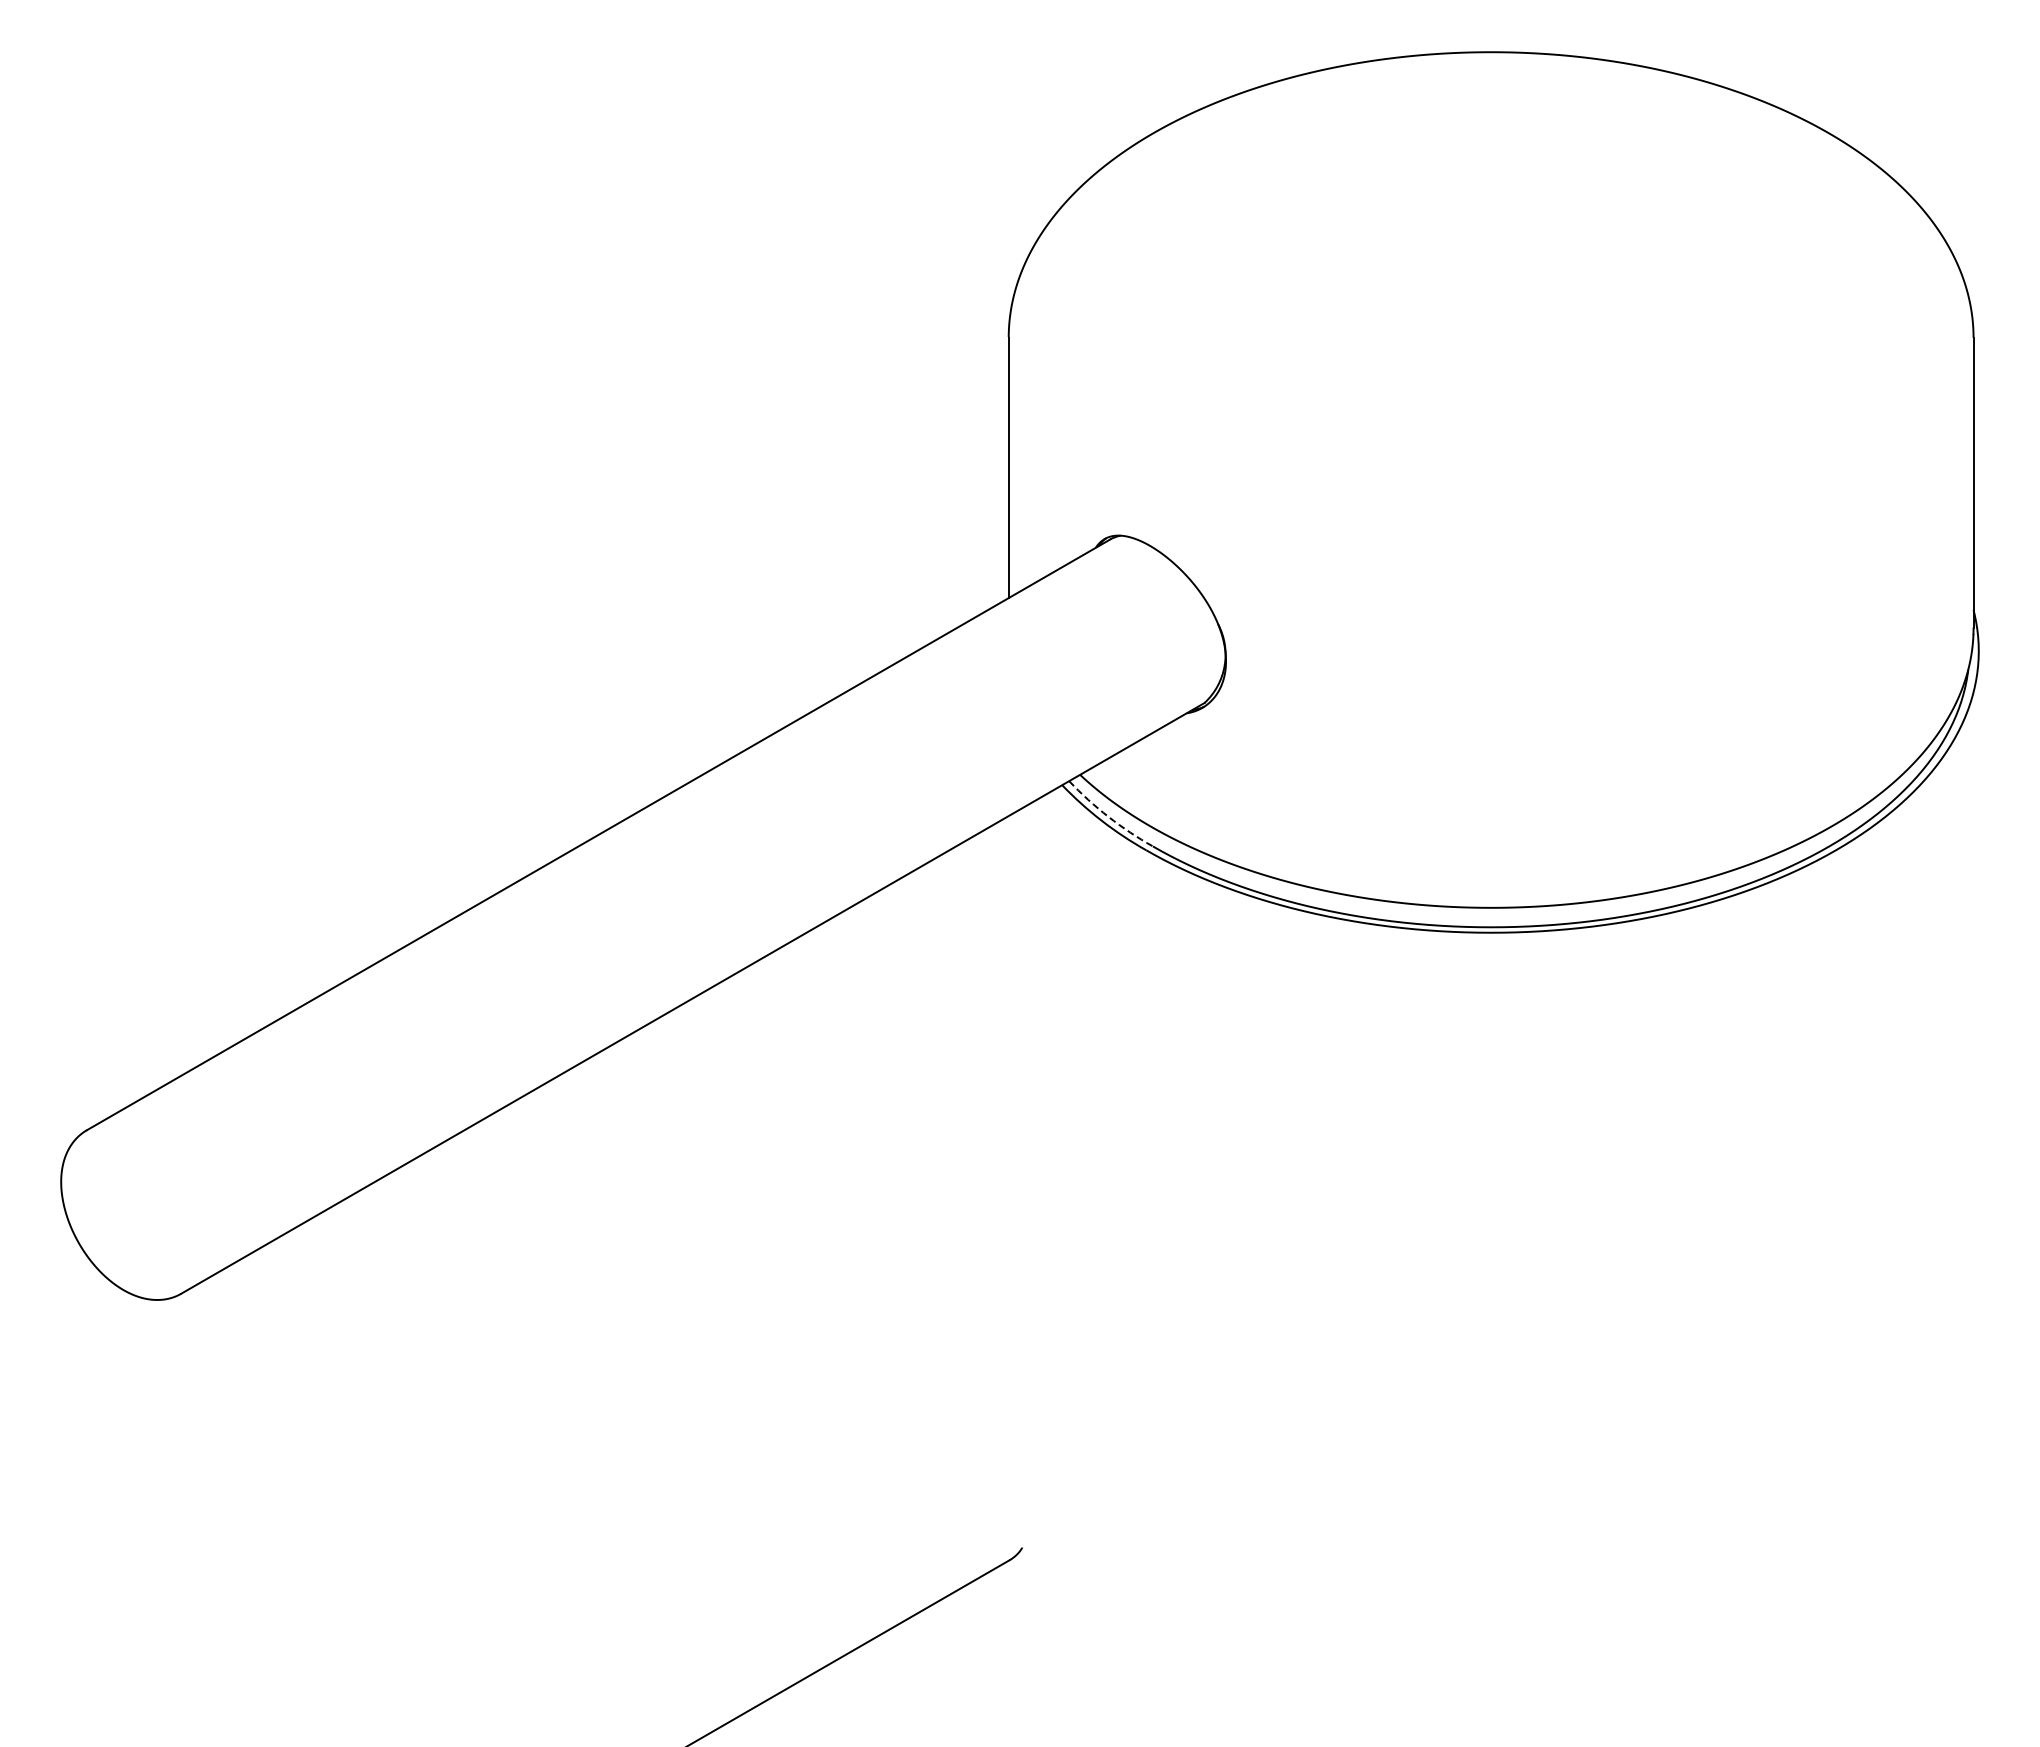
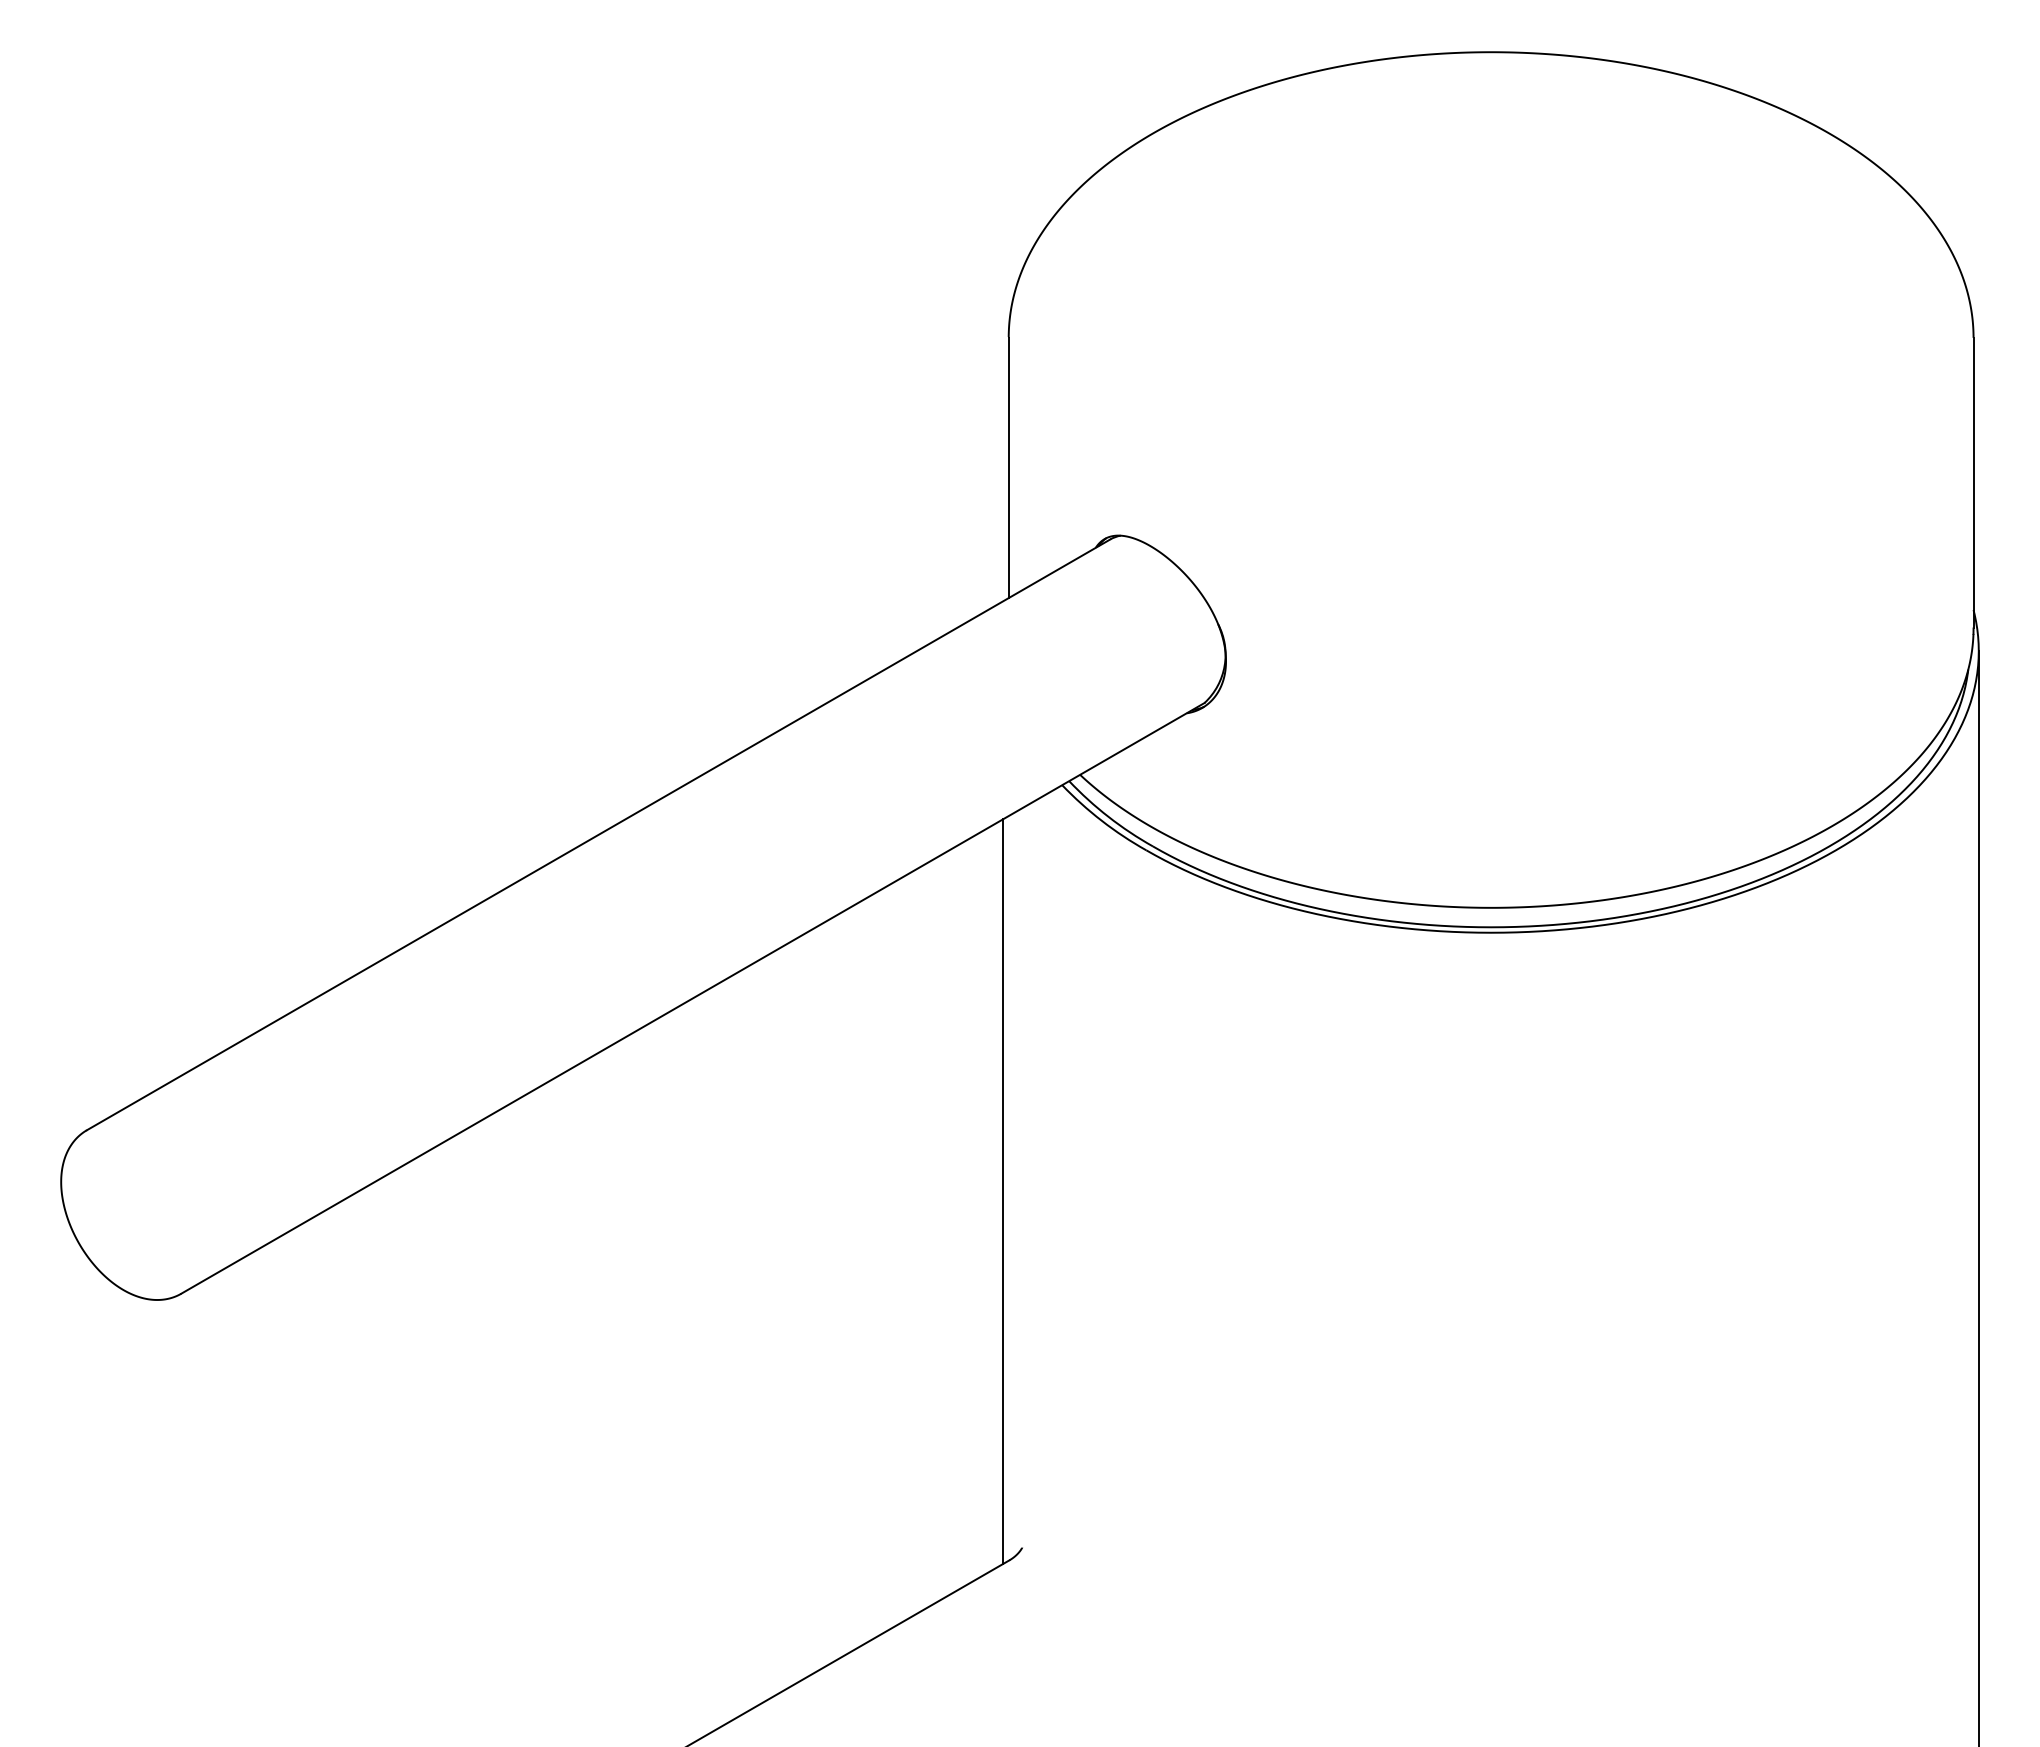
arc at (1108, 816): dashed -> solid
line at (1003, 1191): none -> present
line at (1978, 1197): none -> present
